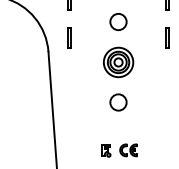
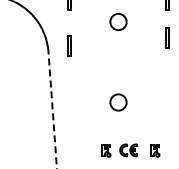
line at (68, 37) position: (68, 37) -> (68, 45)
part at (118, 62): present -> none
line at (52, 109): solid -> dashed
part at (155, 150): none -> present
